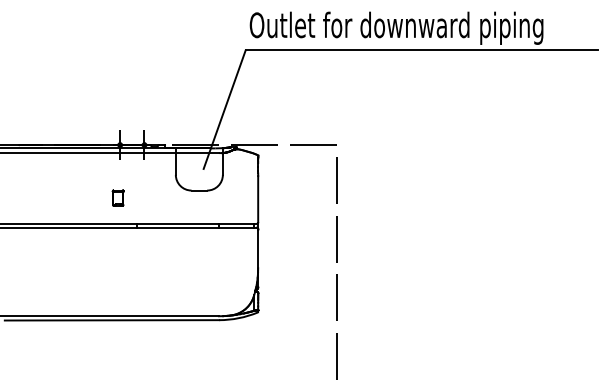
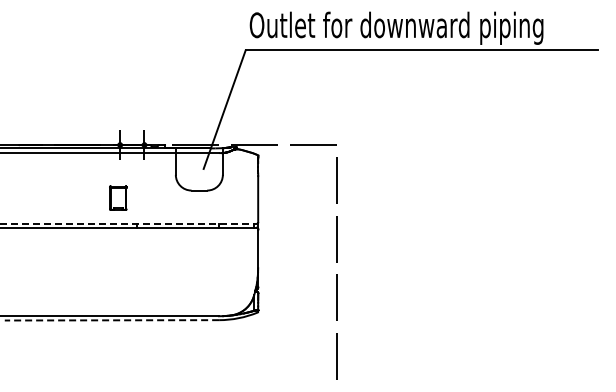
part at (117, 197) size: 14x18 px -> 19x26 px
line at (128, 223): solid -> dashed
line at (111, 320): solid -> dashed
